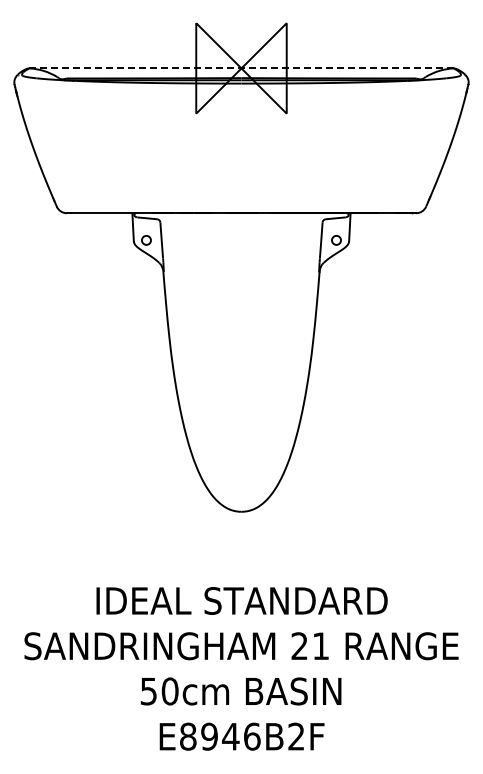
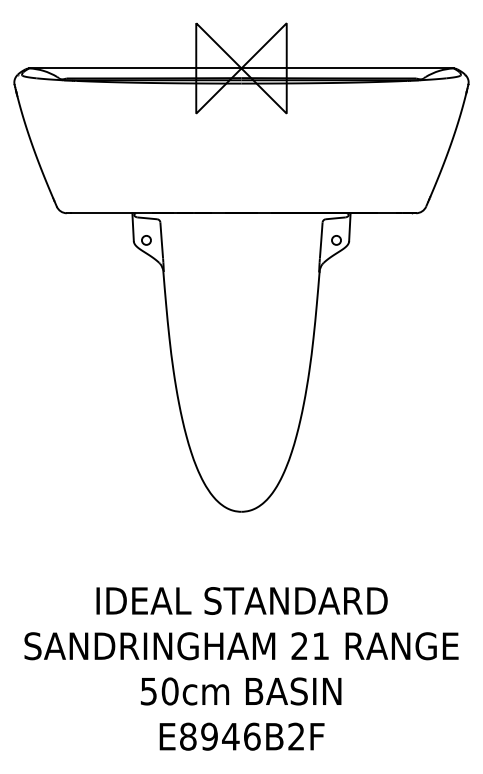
line at (241, 68): dashed -> solid
